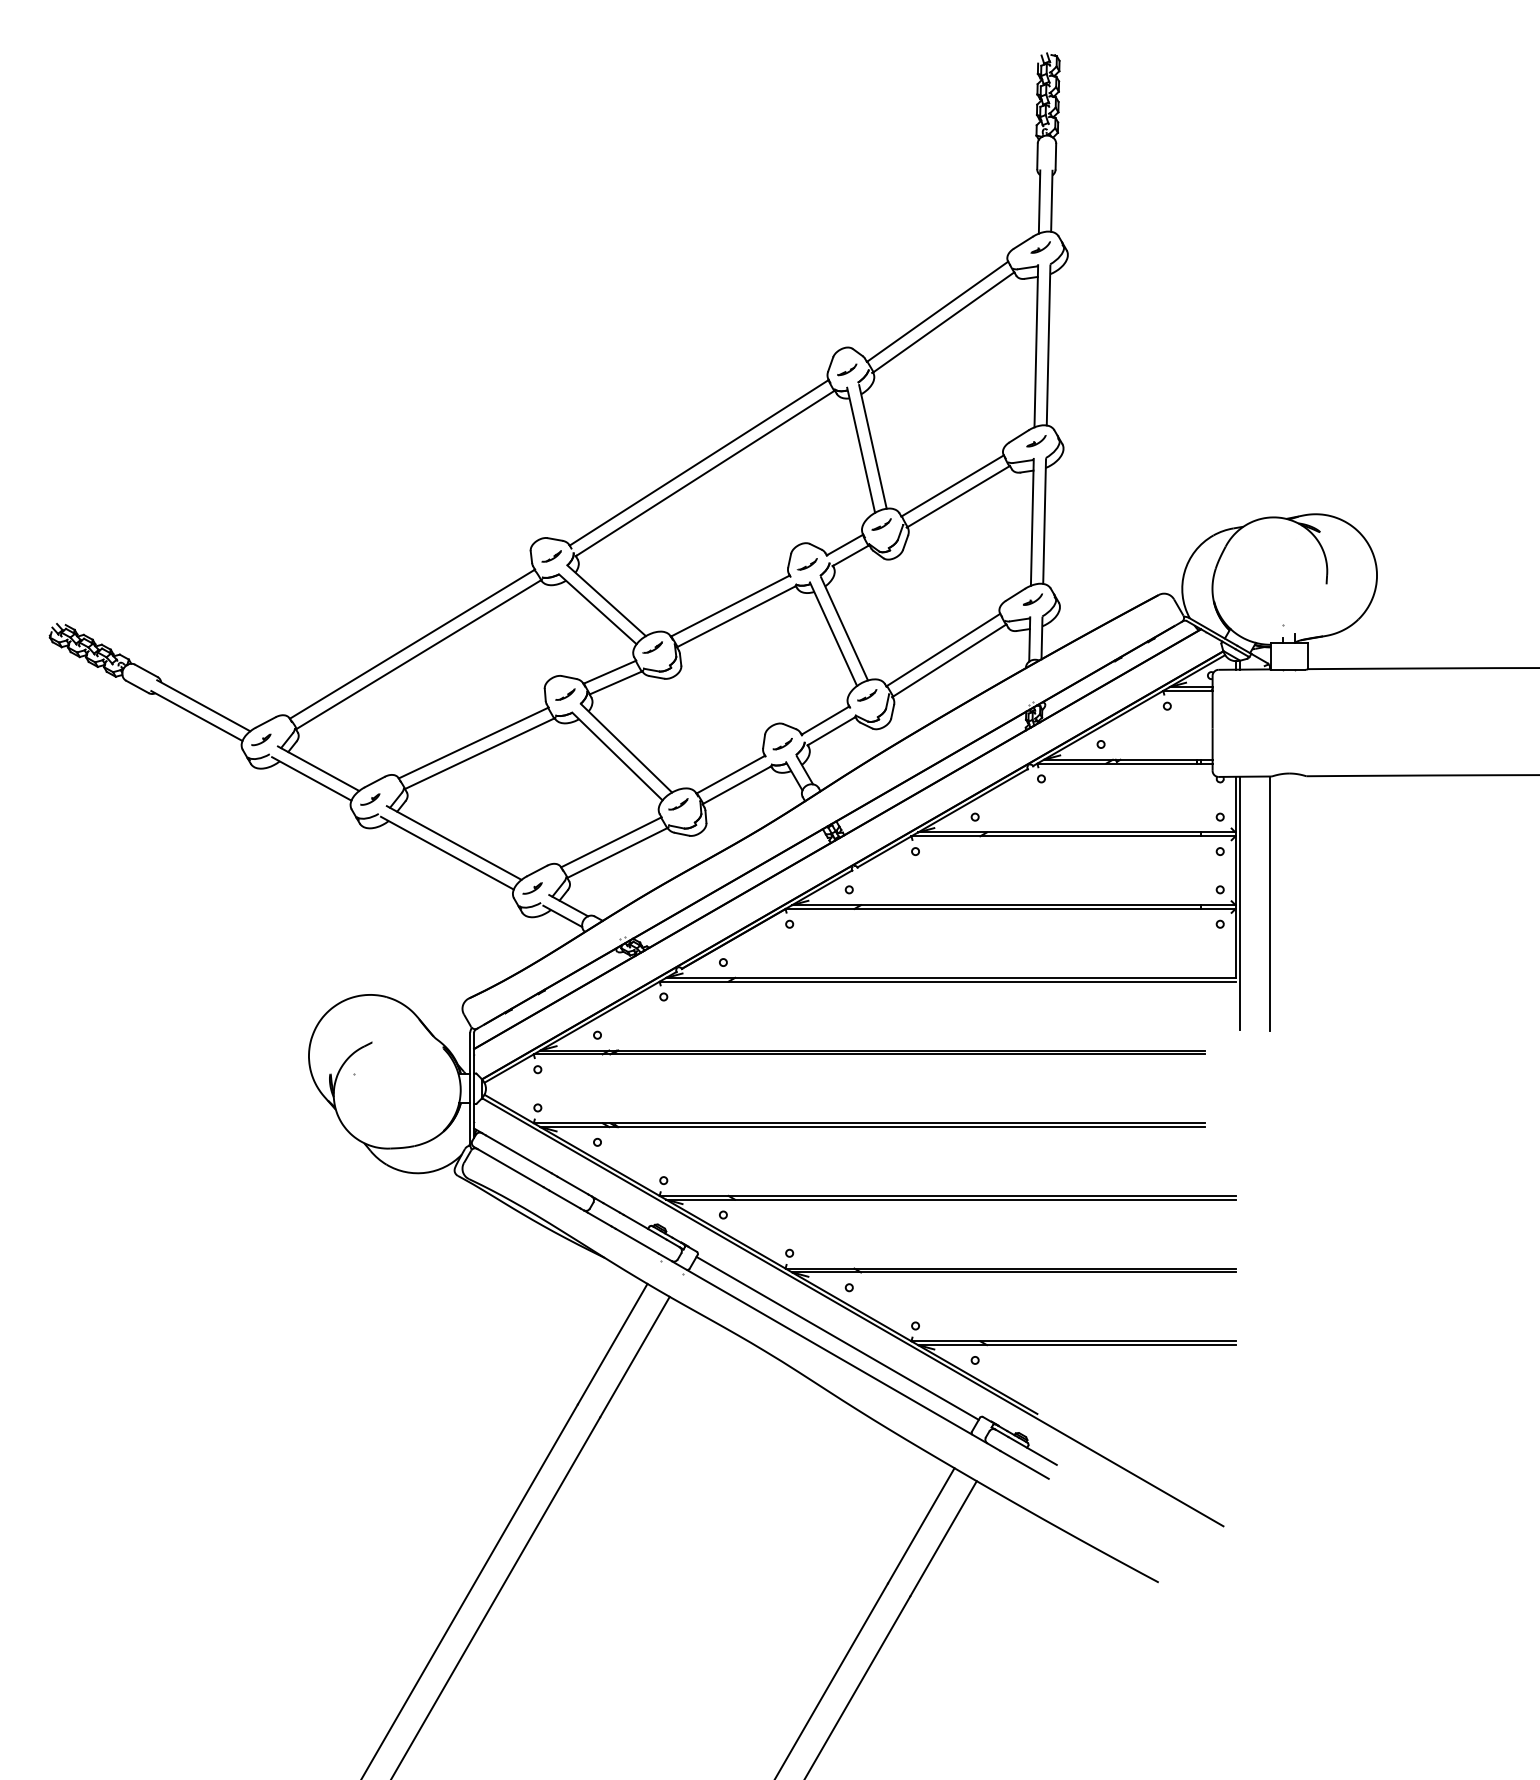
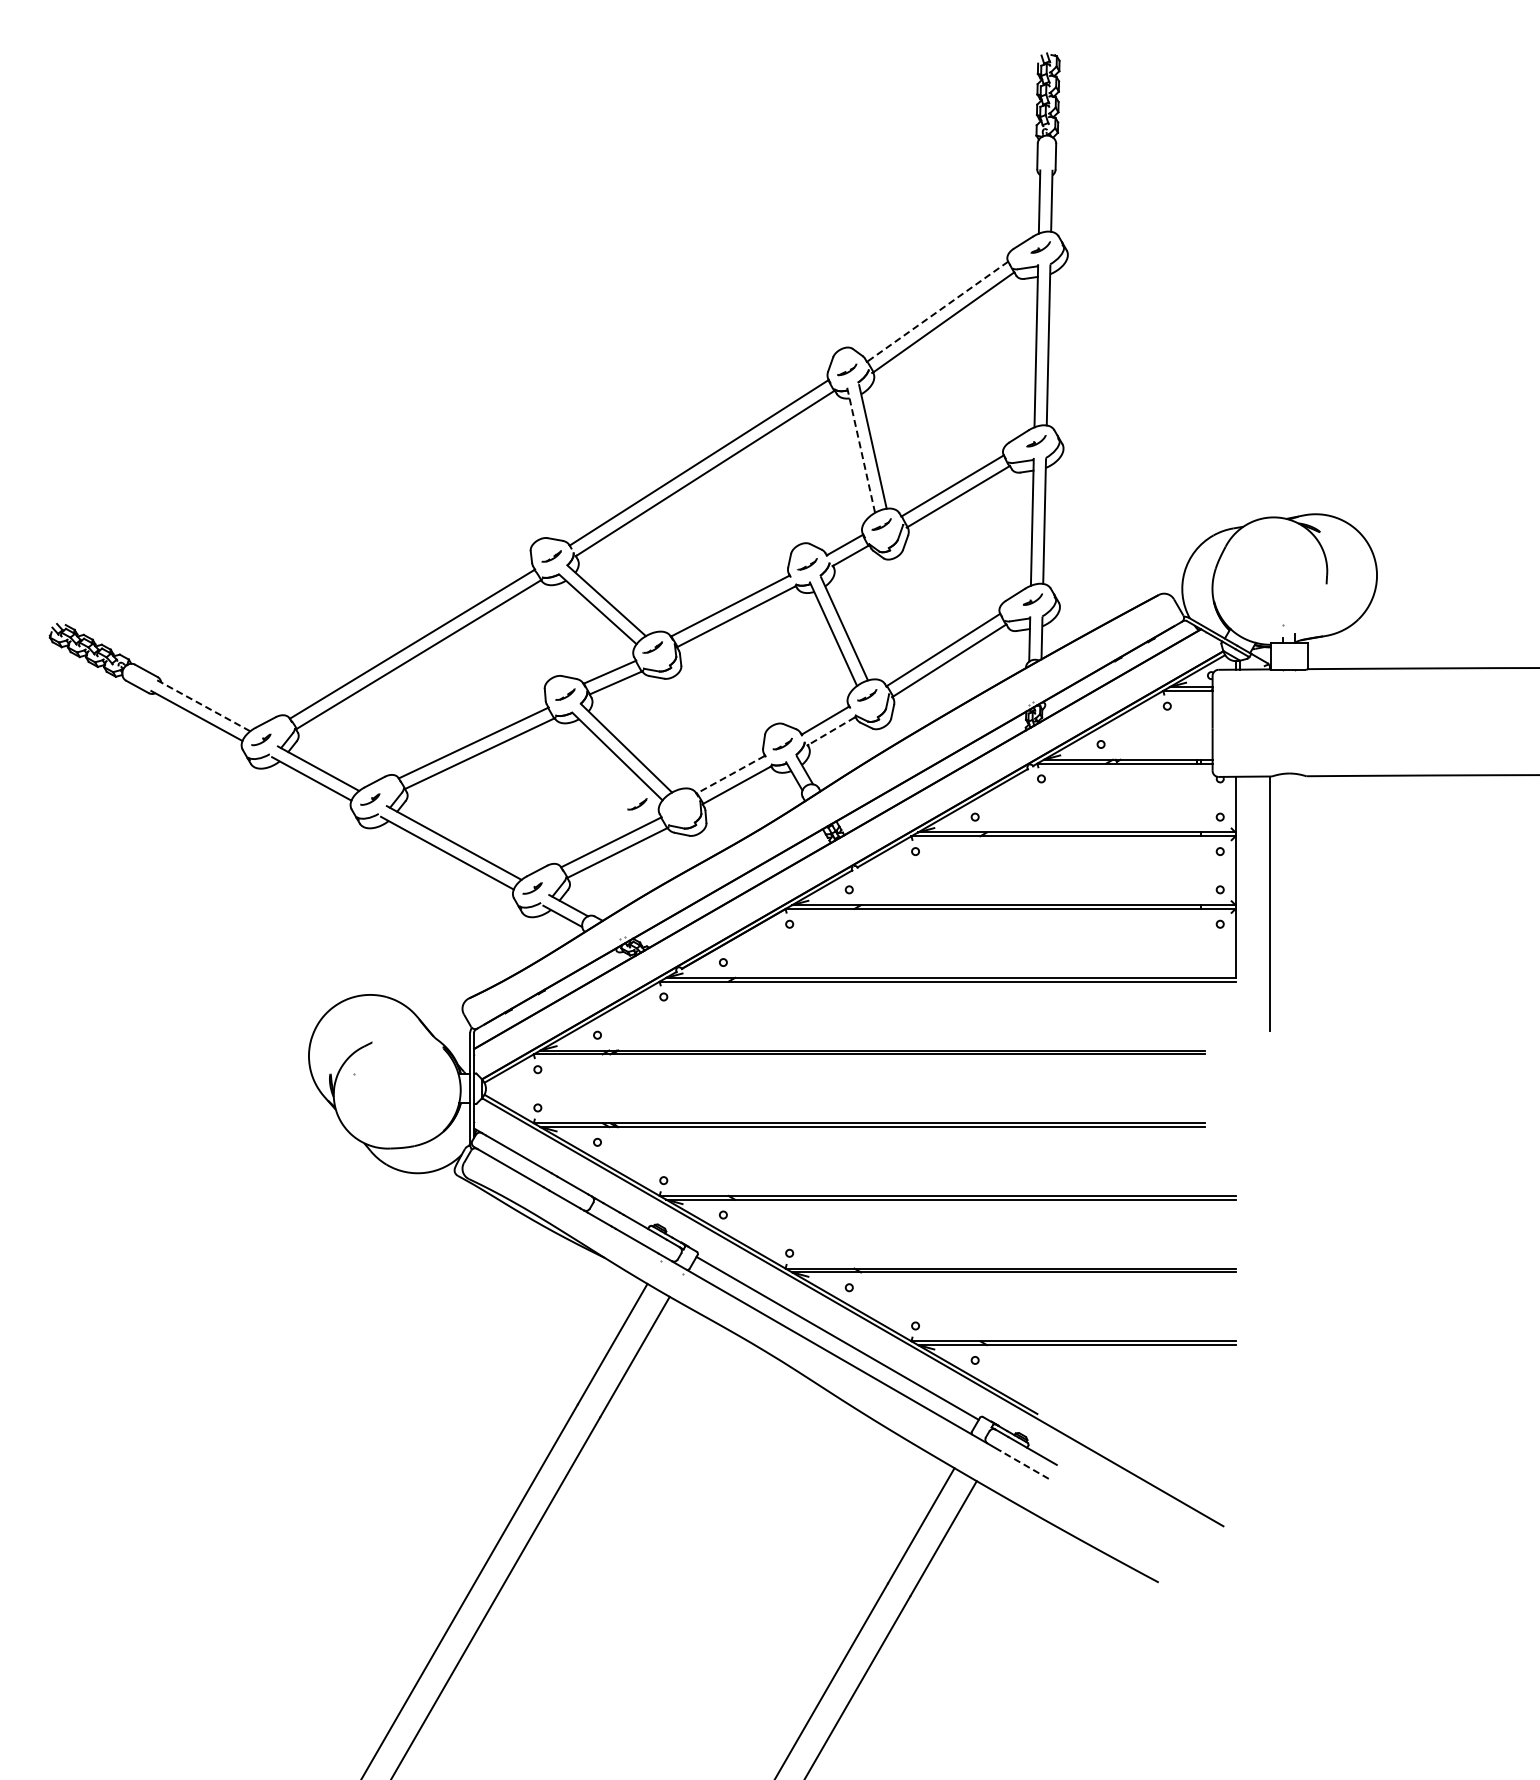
line at (937, 311): solid -> dashed
line at (861, 450): solid -> dashed
line at (204, 706): solid -> dashed
line at (831, 731): solid -> dashed
line at (730, 774): solid -> dashed
part at (678, 804) position: (678, 804) -> (637, 804)
line at (1239, 903): present -> none
line at (1024, 1464): solid -> dashed
